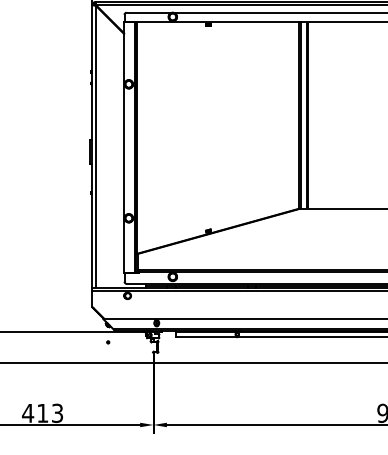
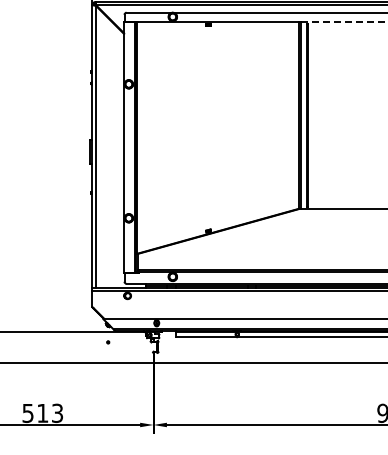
line at (344, 22): solid -> dashed
text at (28, 413): 413 -> 513
